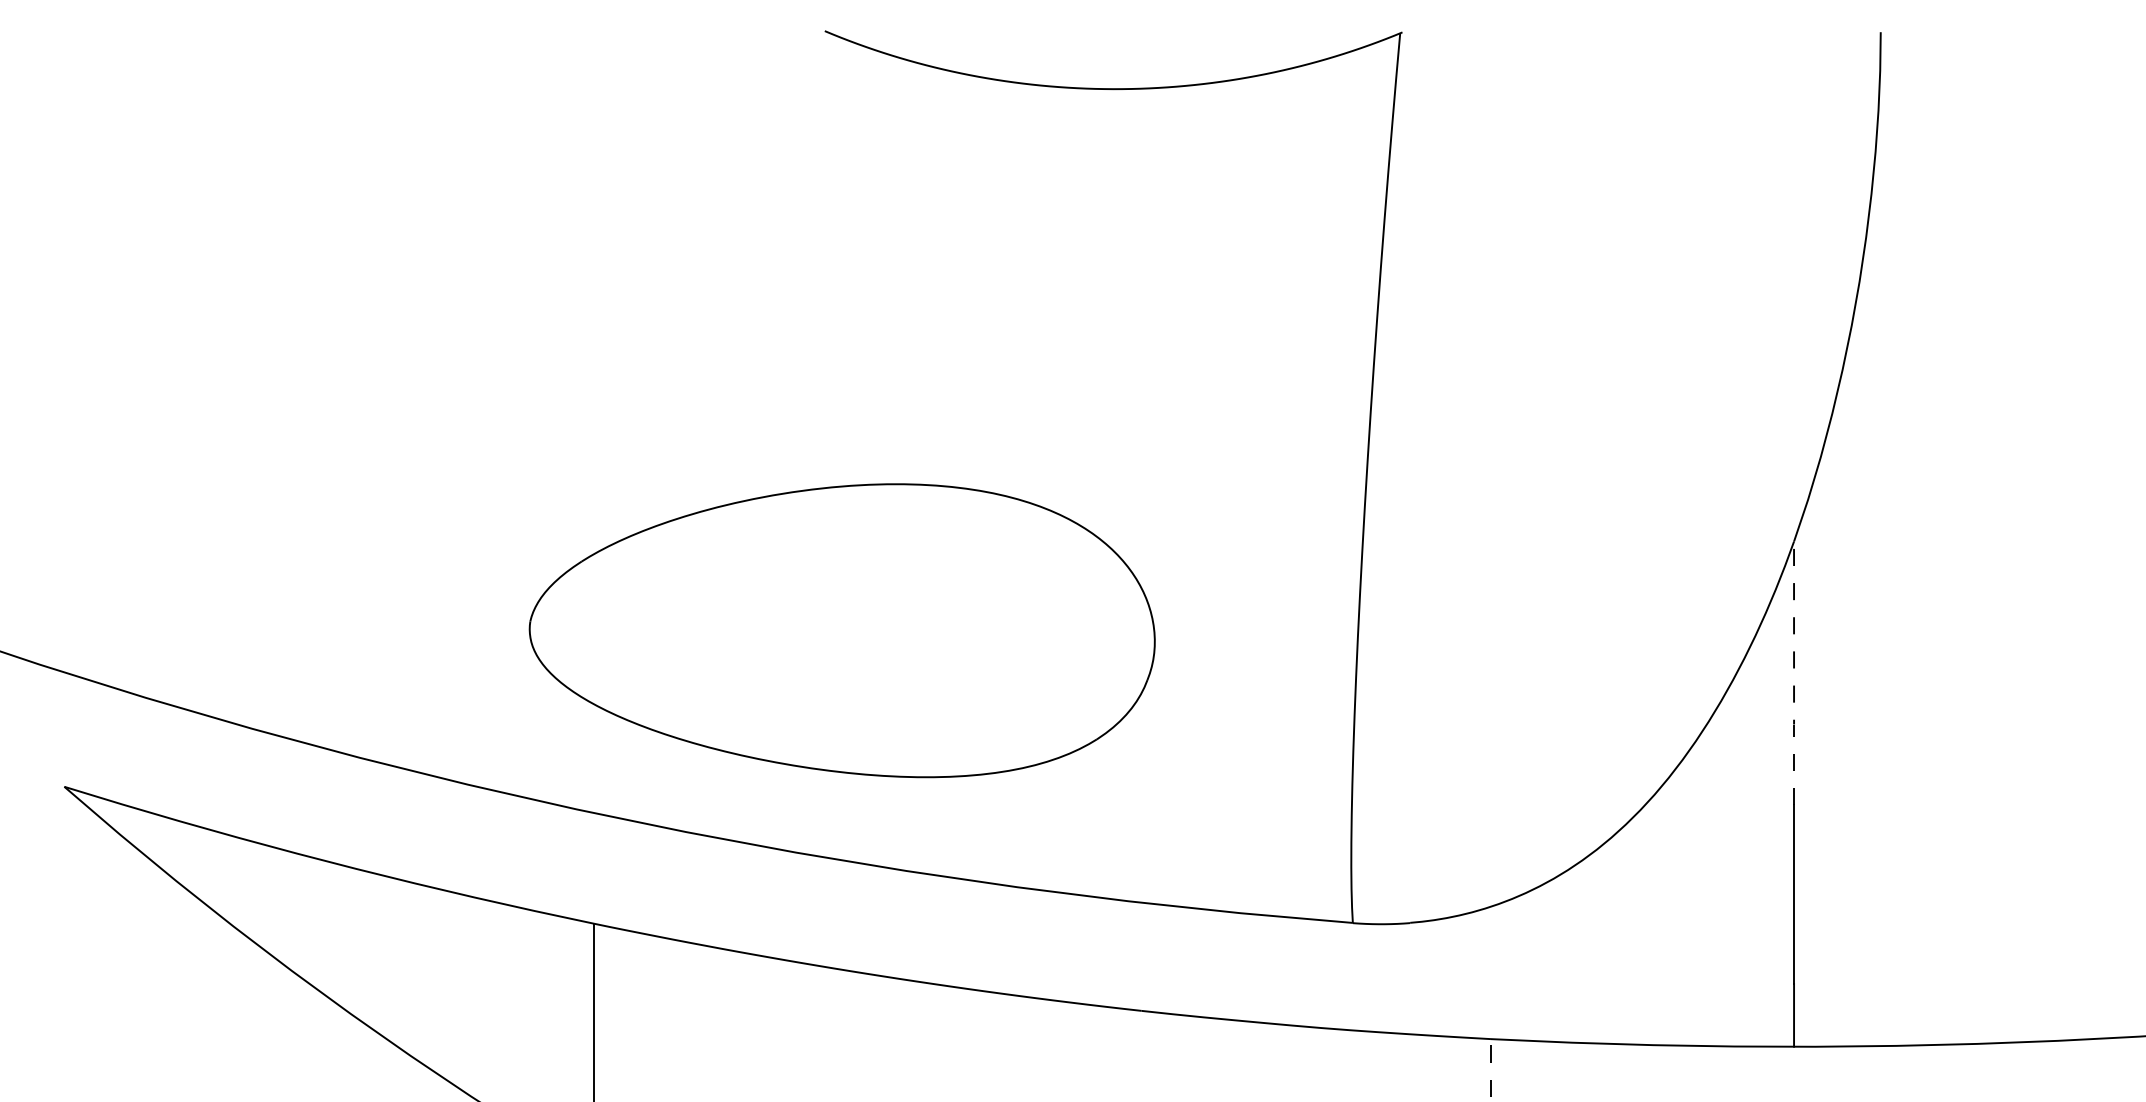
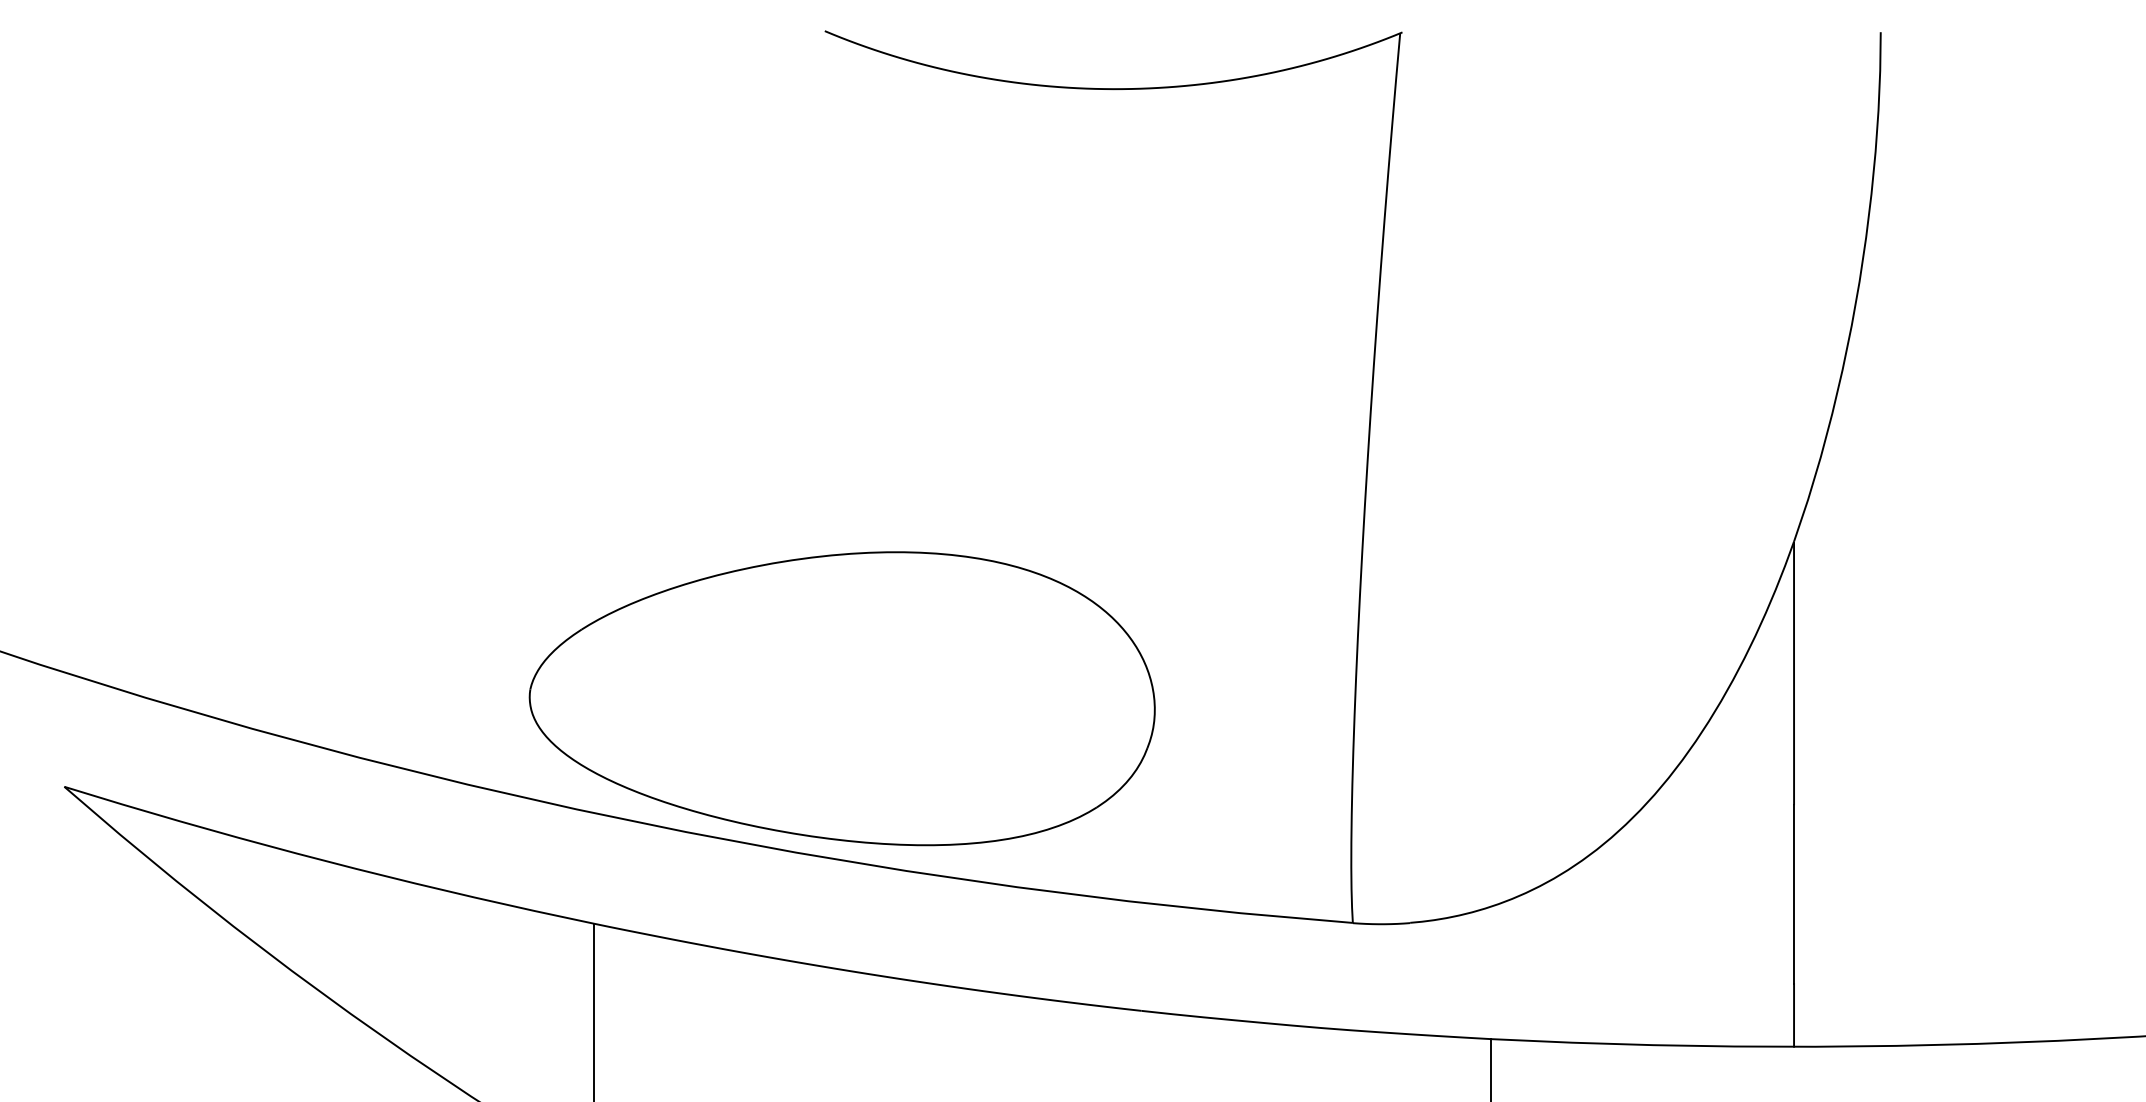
part at (841, 630) position: (841, 630) -> (841, 698)
line at (1794, 674): dashed -> solid
line at (1490, 1070): dashed -> solid
